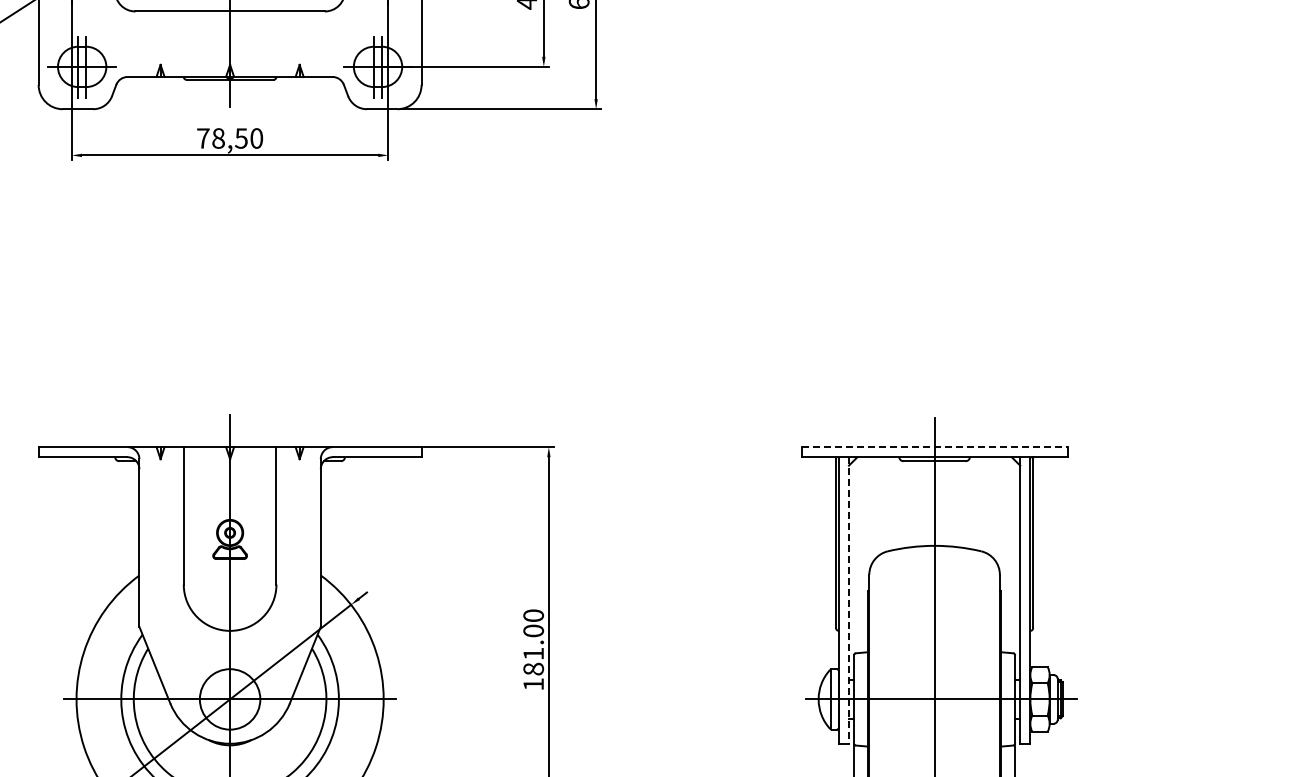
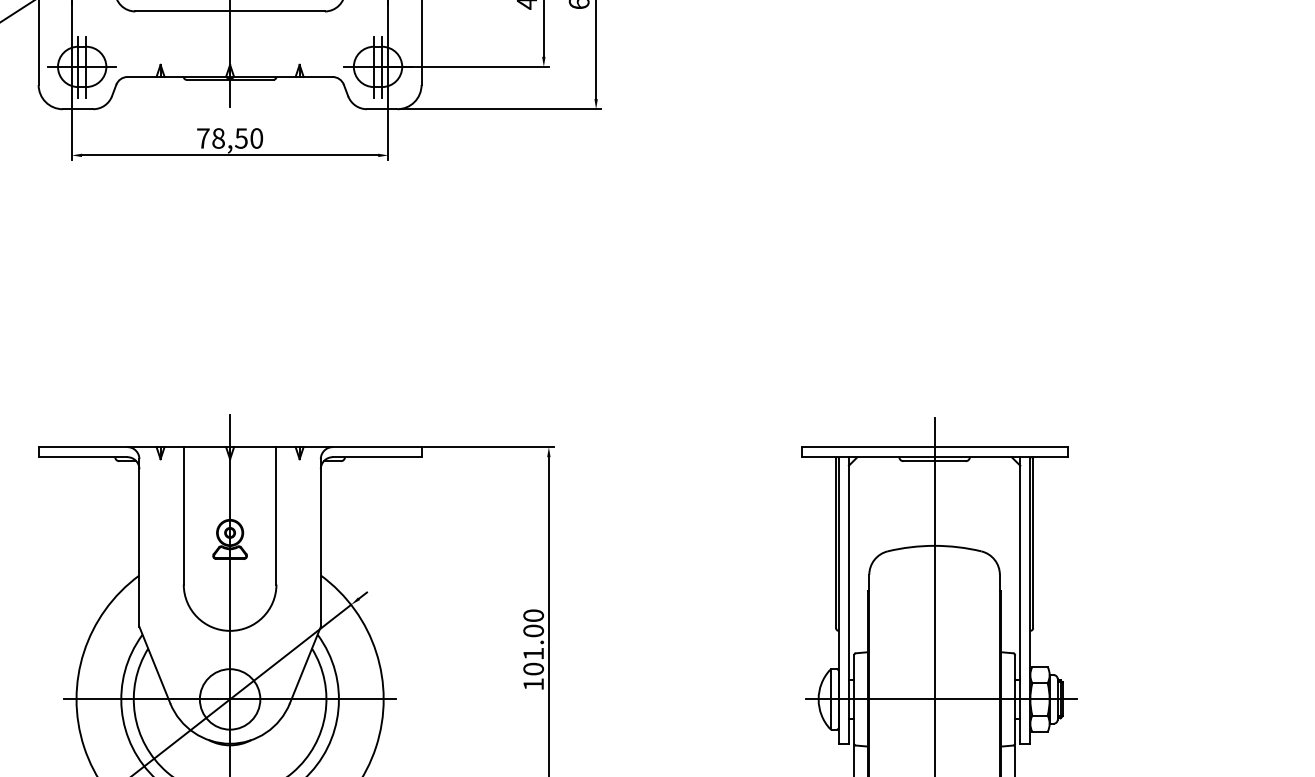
line at (935, 447): dashed -> solid
line at (848, 600): dashed -> solid
text at (533, 668): 181.00 -> 101.00
